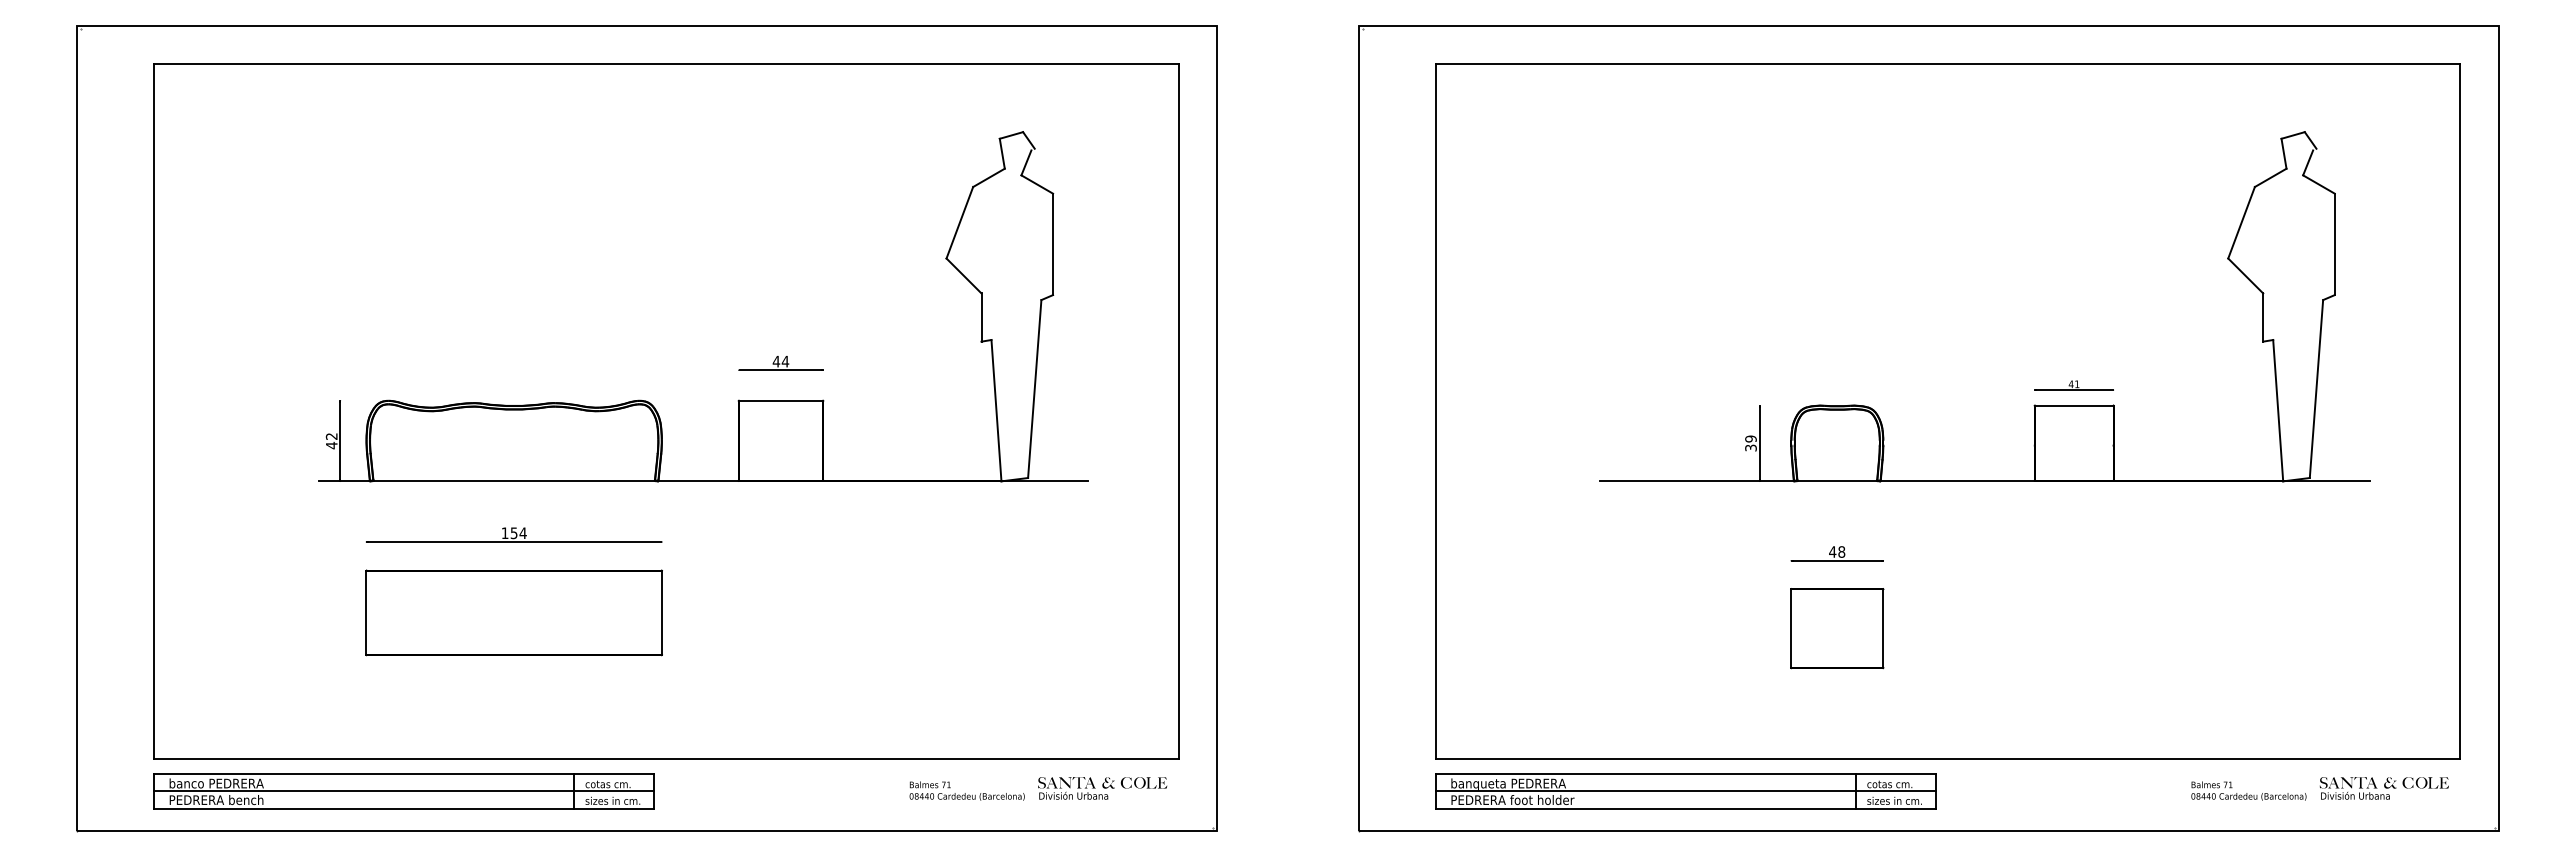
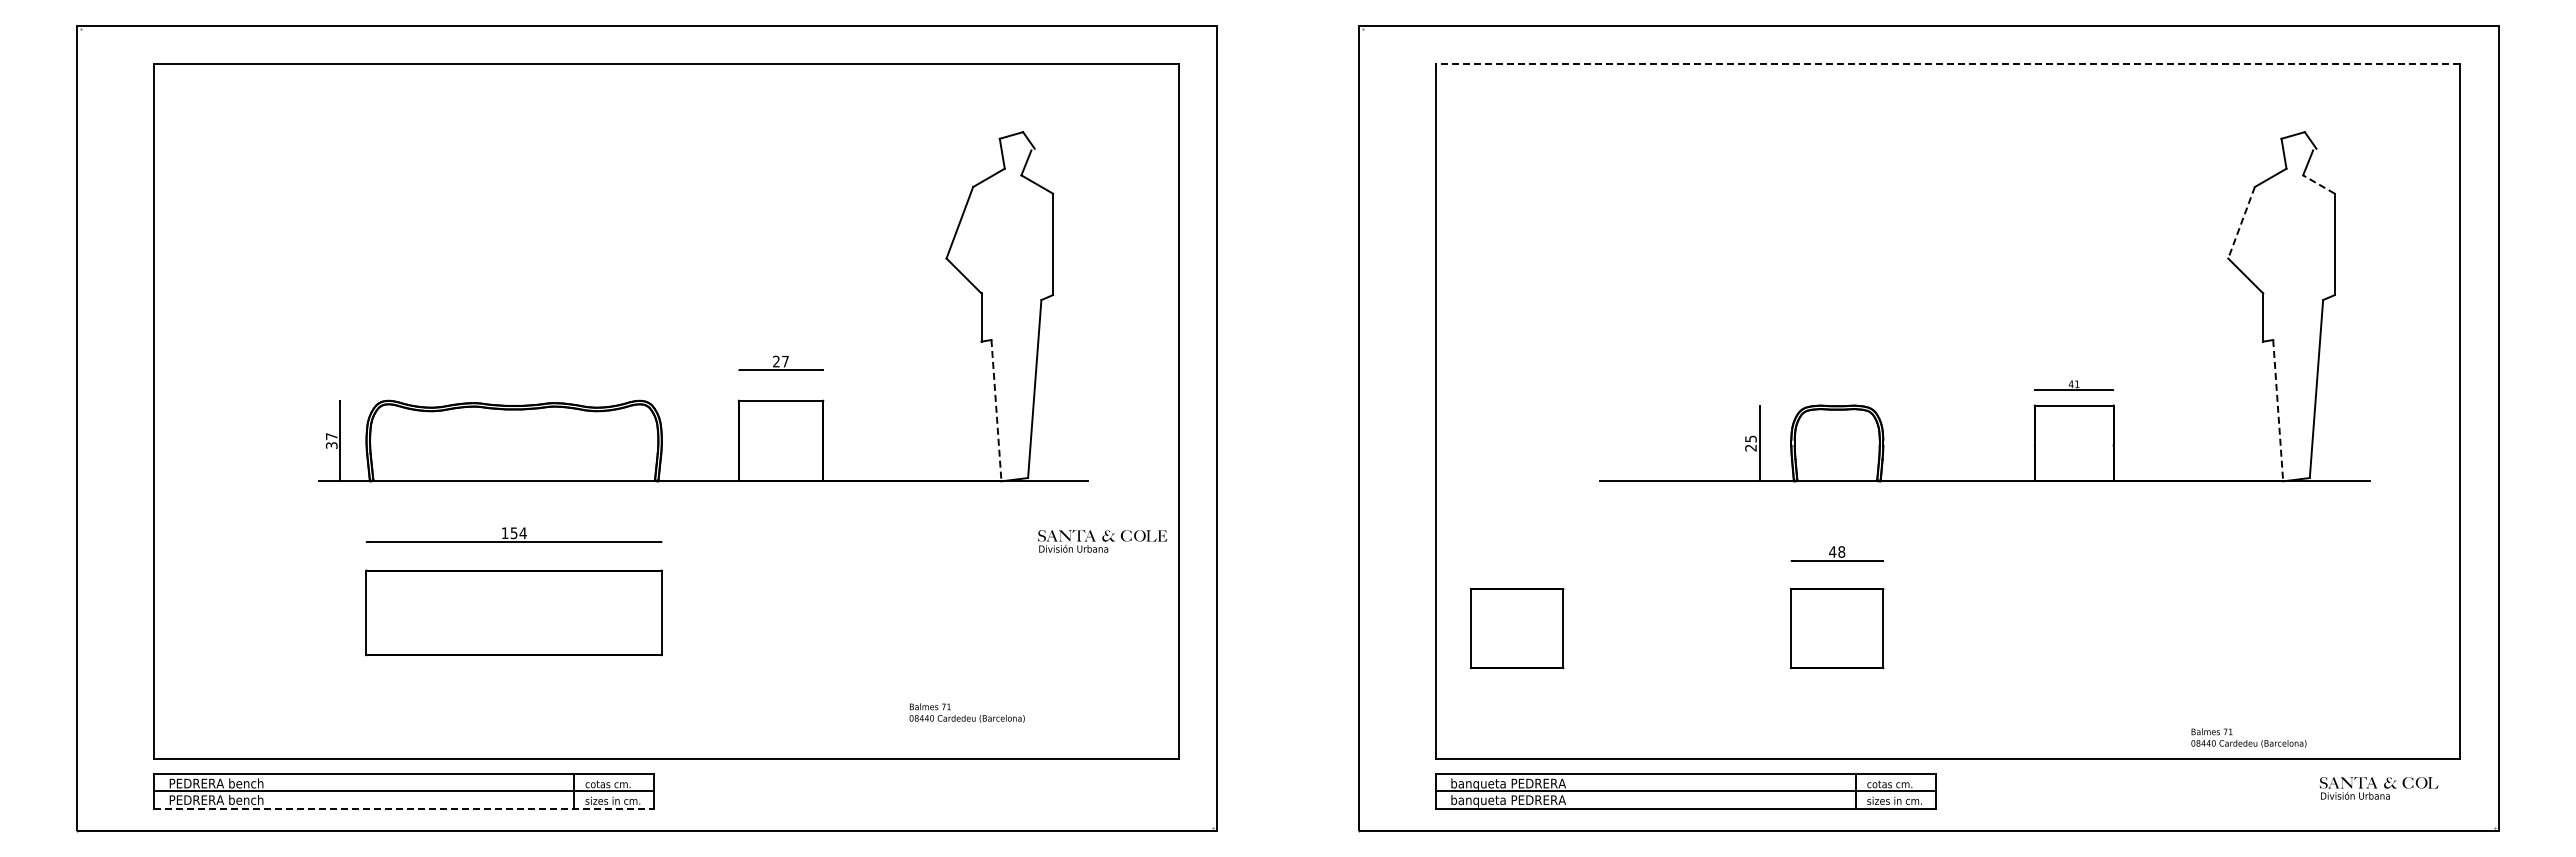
line at (1947, 63): solid -> dashed
line at (2318, 184): solid -> dashed
line at (2241, 223): solid -> dashed
text at (780, 361): 44 -> 27
line at (996, 410): solid -> dashed
line at (2278, 410): solid -> dashed
text at (331, 441): 42 -> 37
text at (1750, 443): 39 -> 25
part at (1517, 628): none -> present
fill at (2443, 782): present -> none
text at (216, 783): banco PEDRERA -> PEDRERA bench
text at (1102, 788) position: (1102, 788) -> (1102, 541)
text at (966, 790) position: (966, 790) -> (966, 712)
text at (2248, 790) position: (2248, 790) -> (2248, 737)
text at (1512, 801): PEDRERA foot holder -> banqueta PEDRERA
line at (404, 808): solid -> dashed
